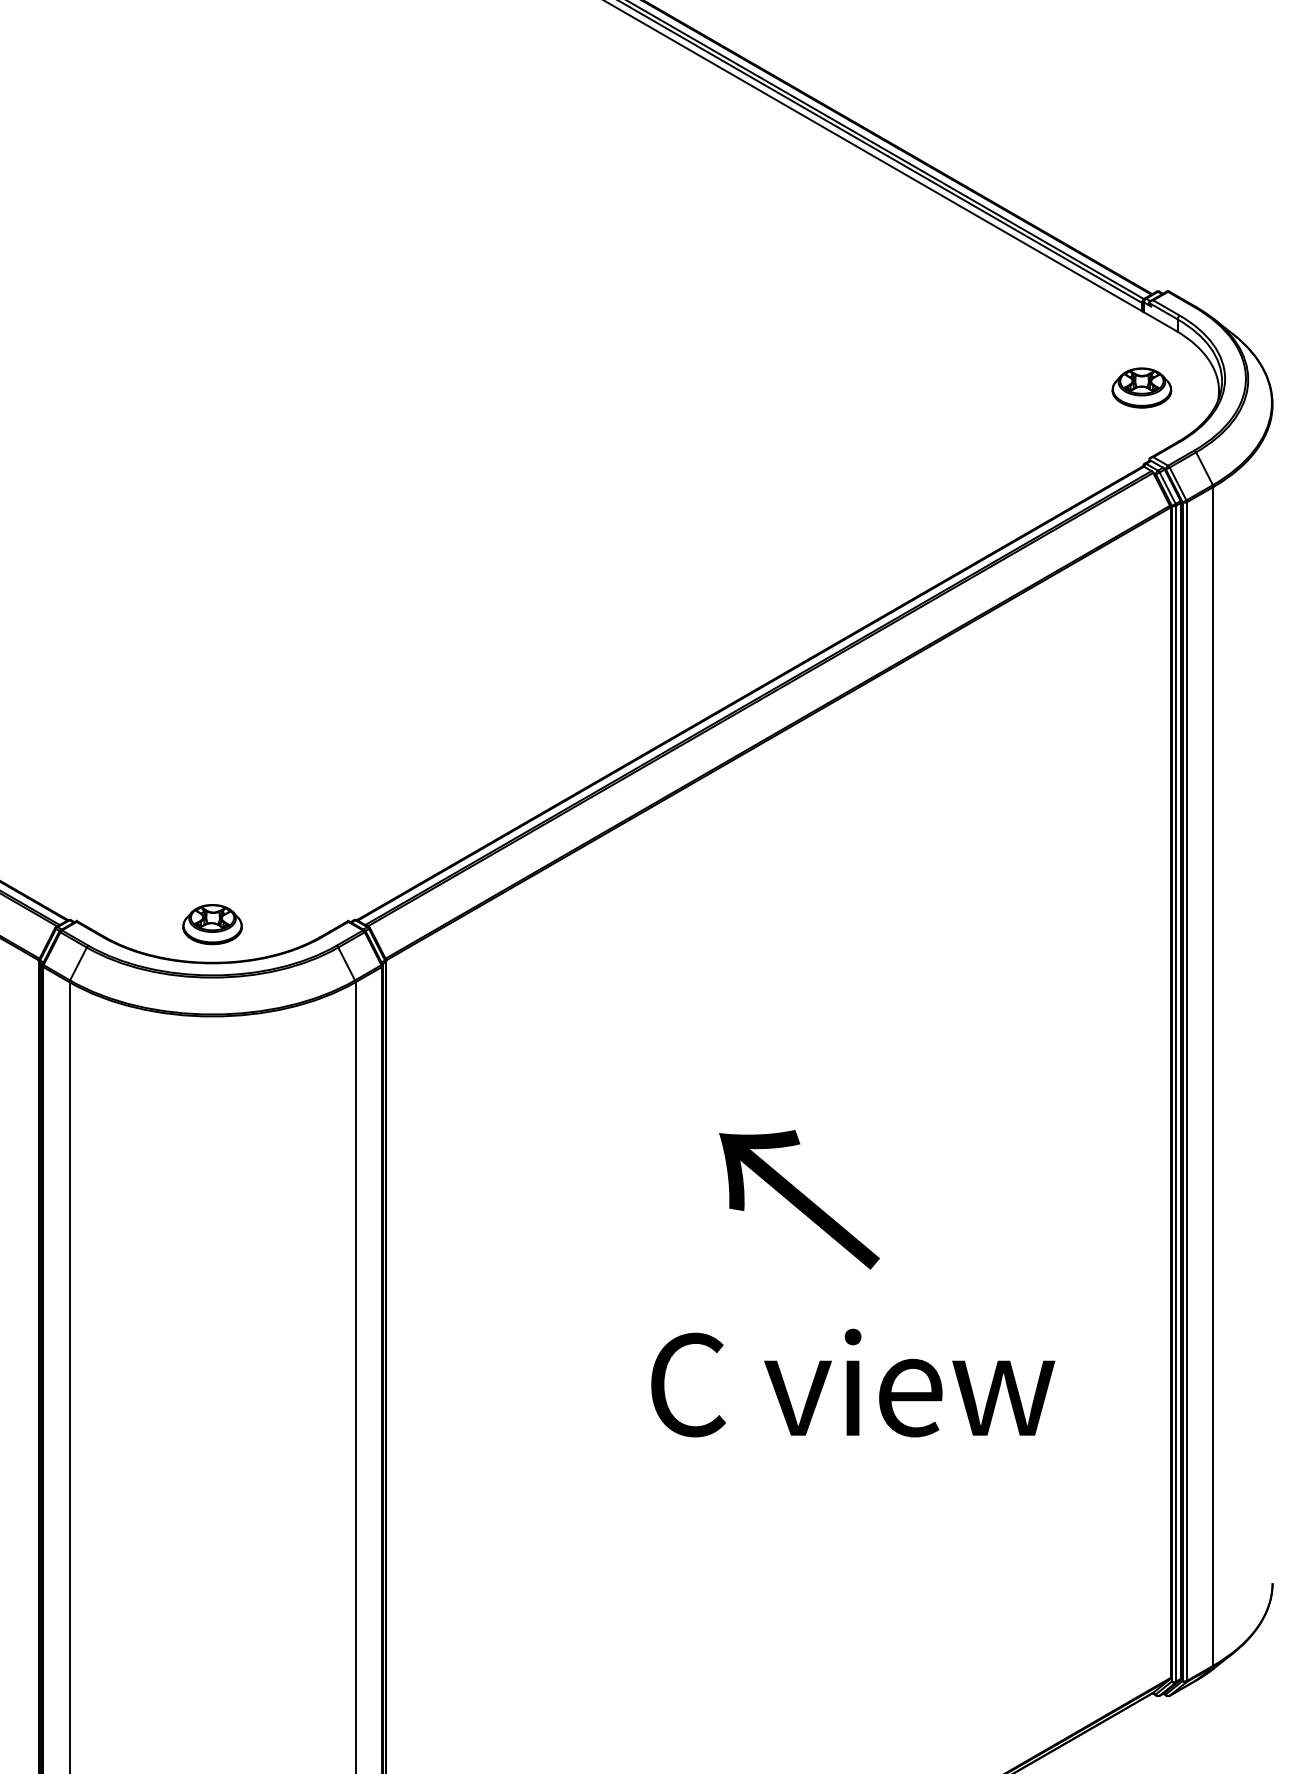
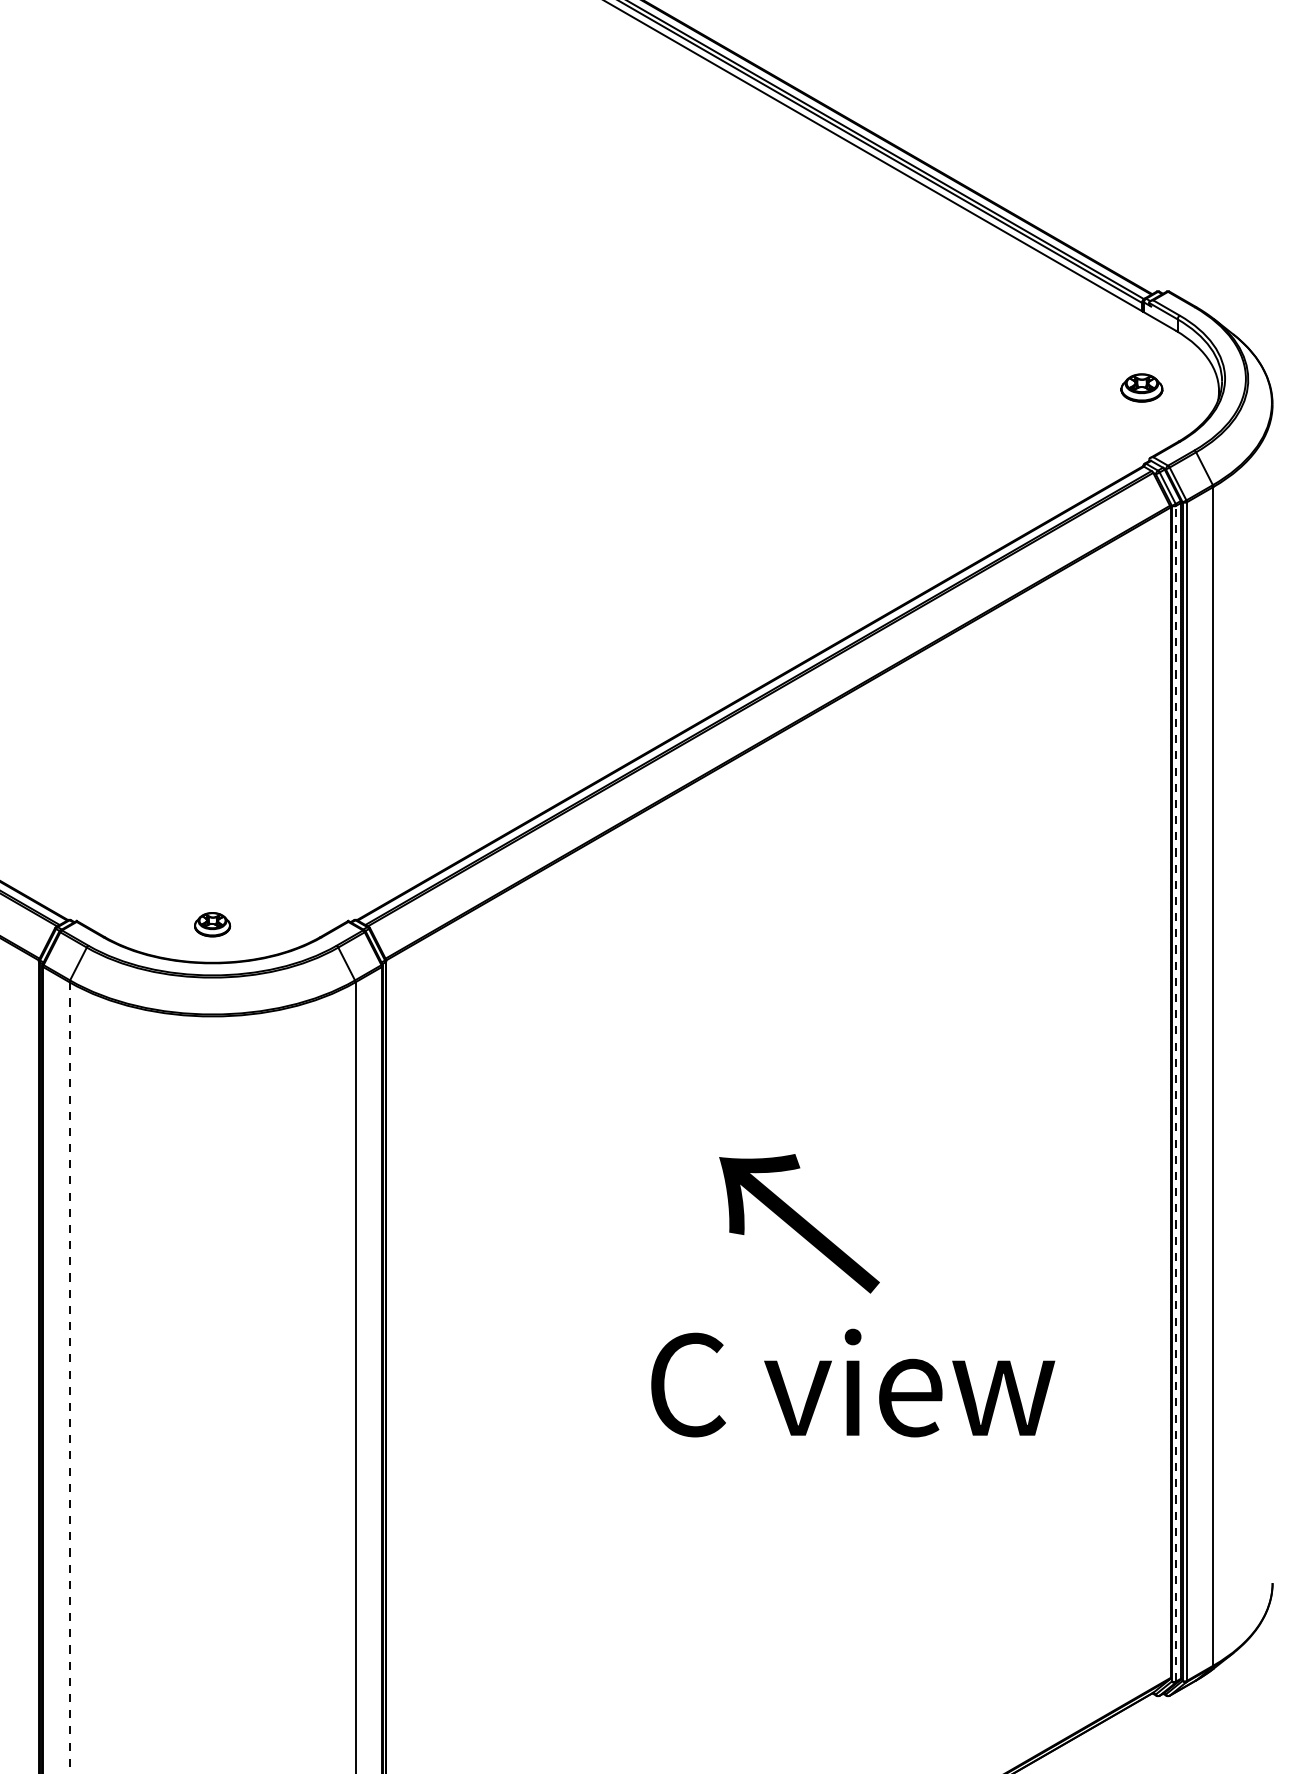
part at (1141, 387) size: 62x42 px -> 44x30 px
part at (212, 924) size: 61x42 px -> 38x26 px
line at (1176, 1093): solid -> dashed
text at (799, 1199) position: (799, 1199) -> (799, 1223)
line at (69, 1378): solid -> dashed
